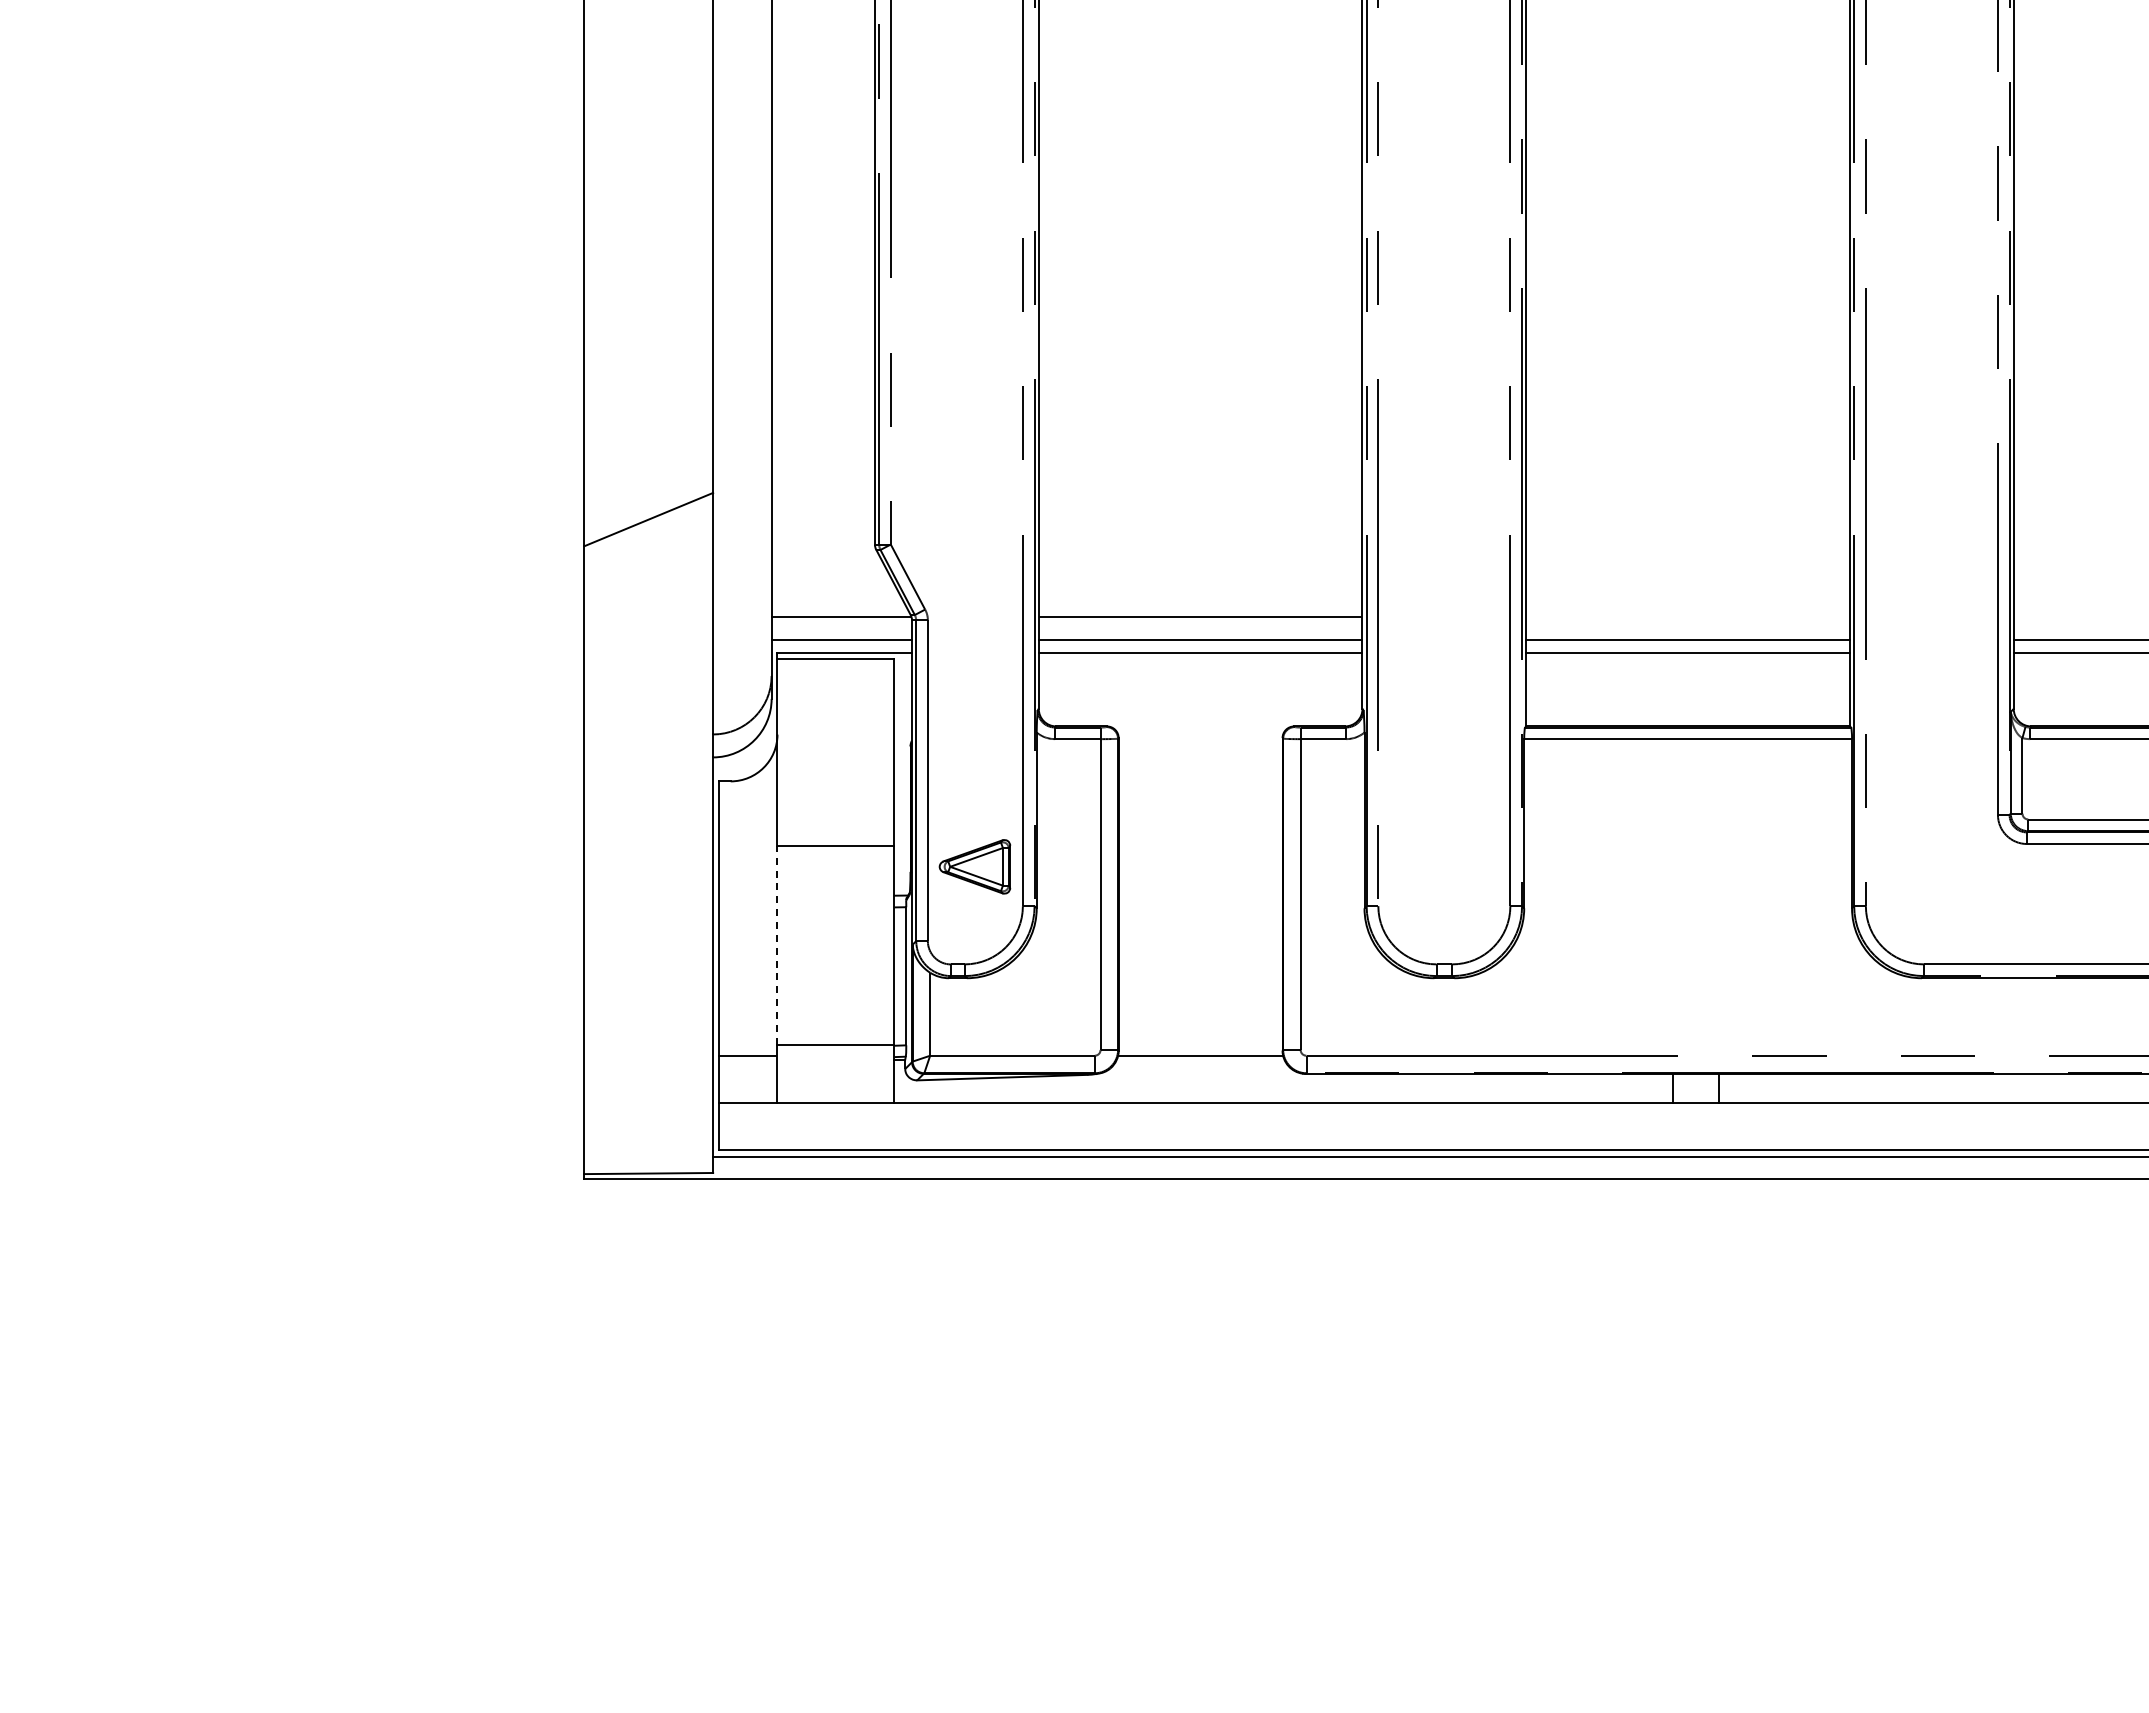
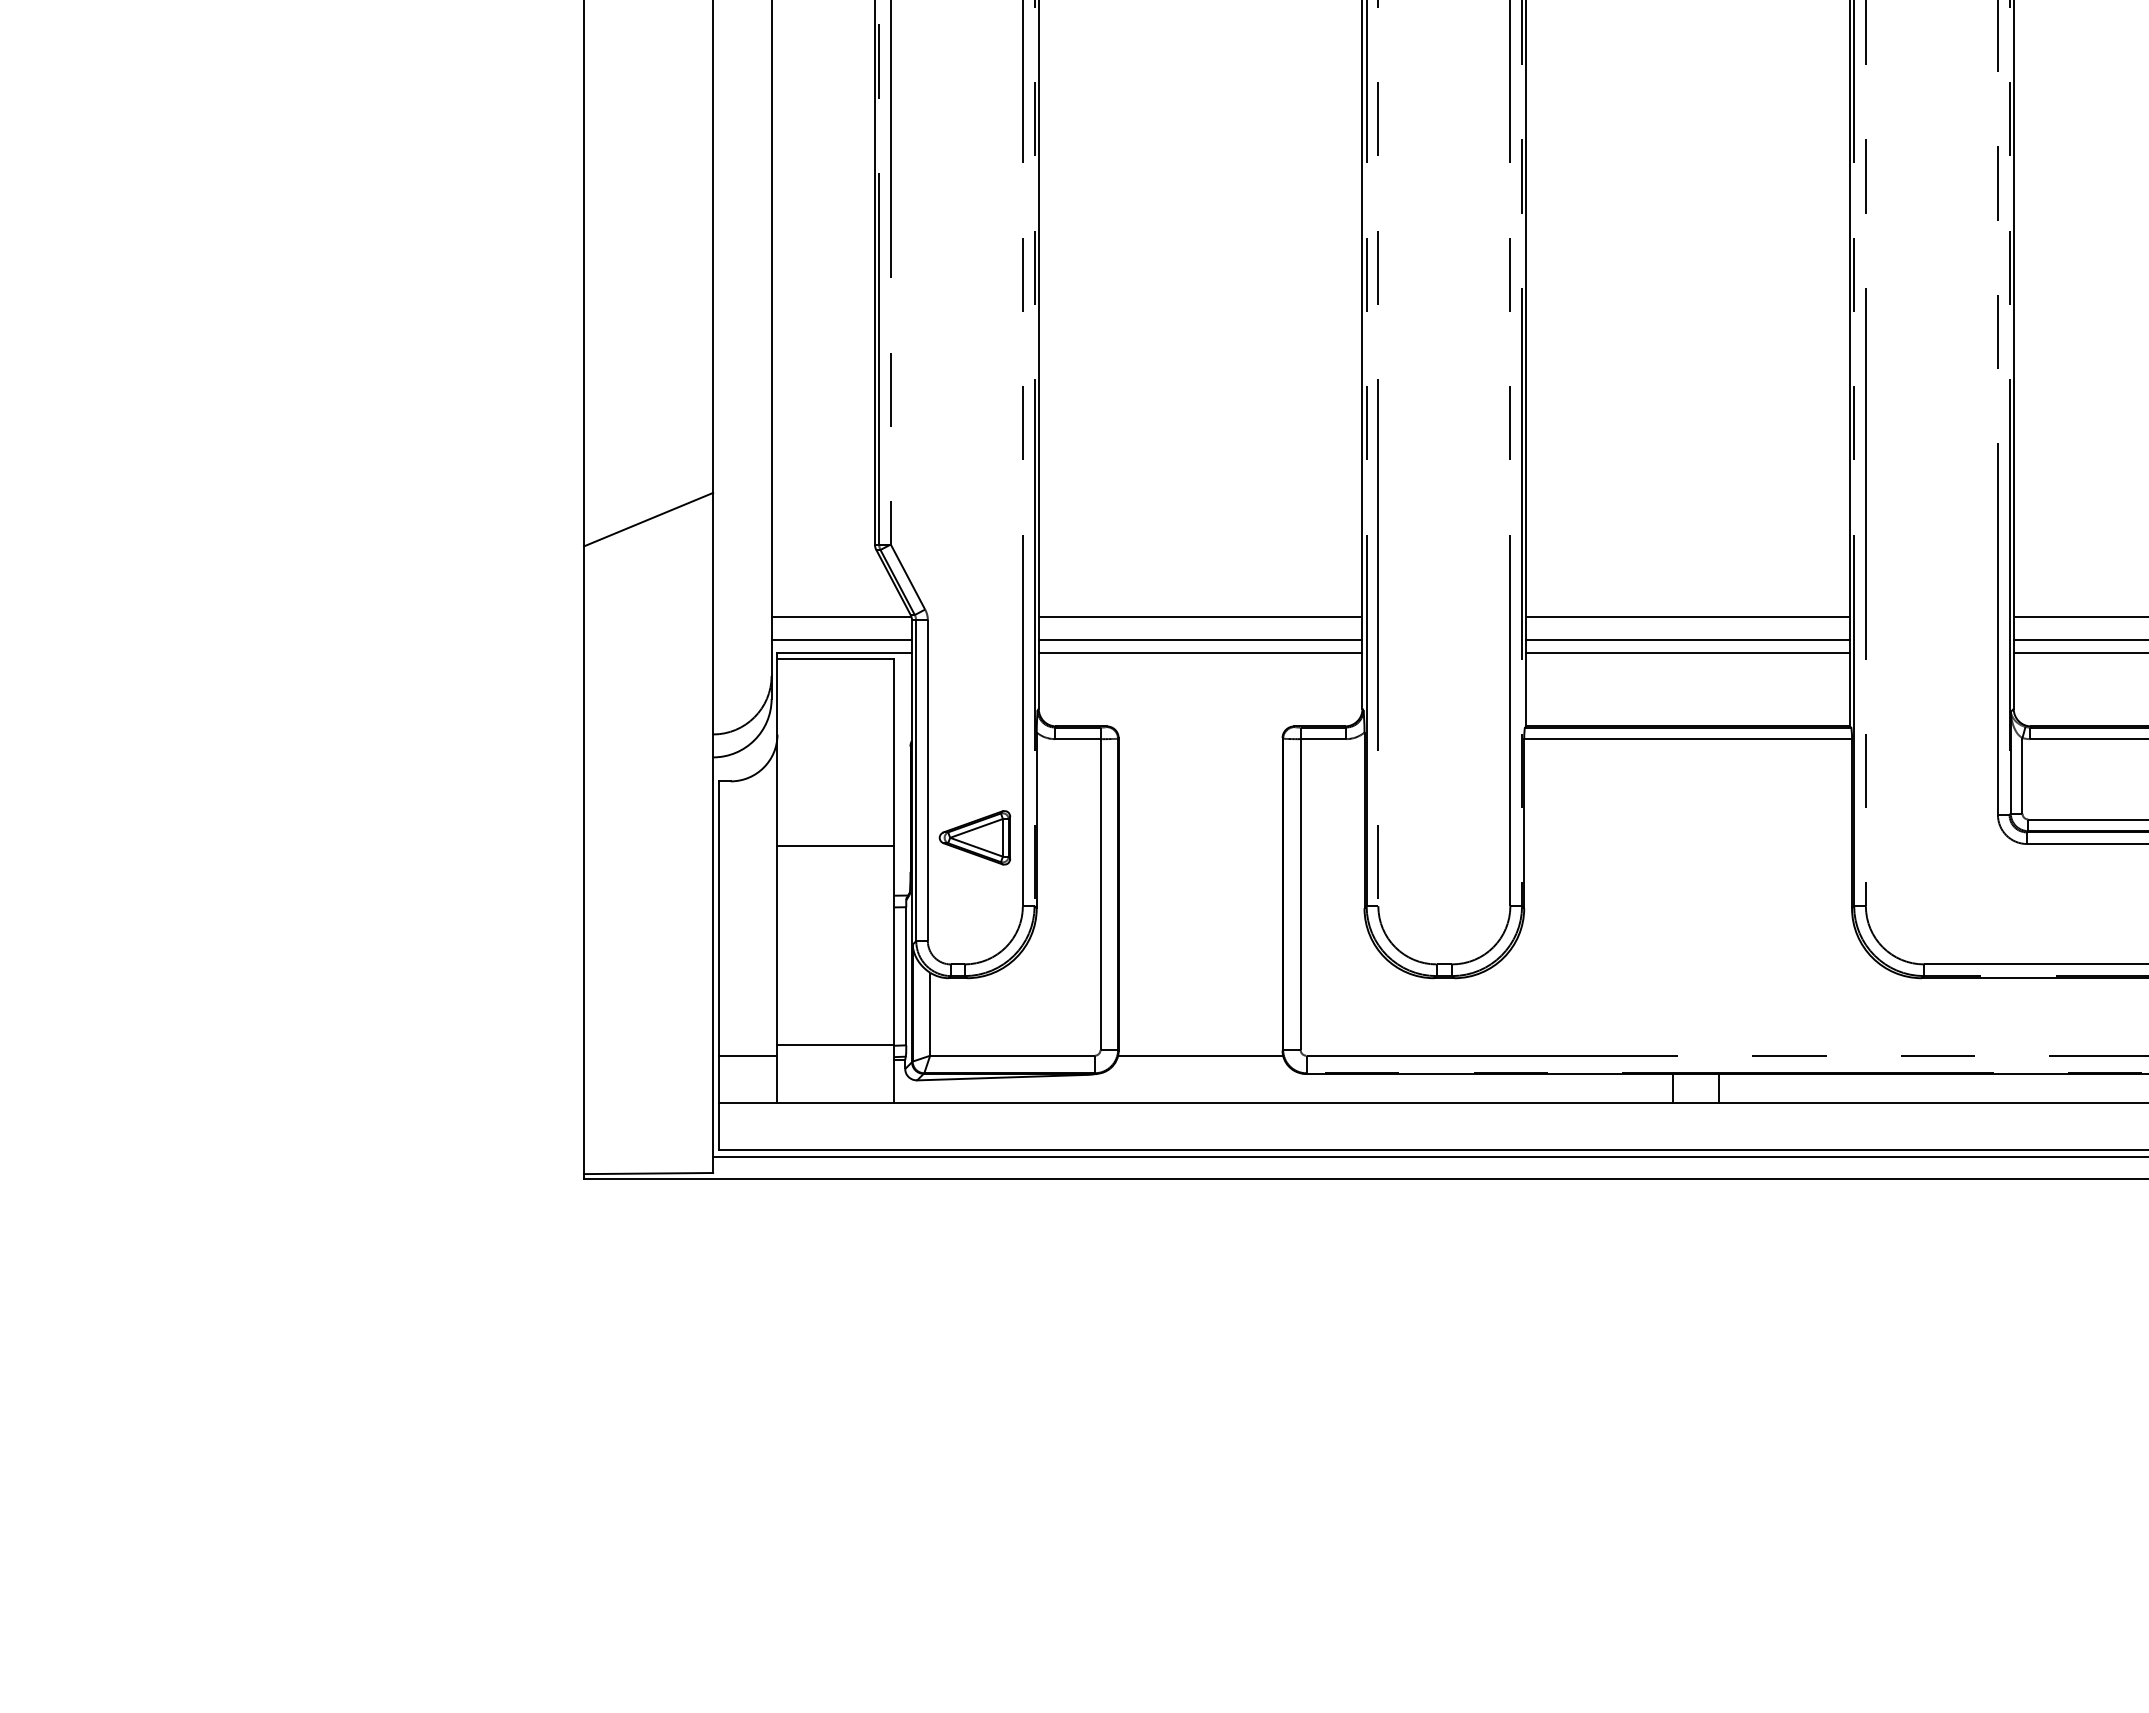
line at (1687, 617): none -> present
line at (2079, 617): none -> present
part at (974, 866) position: (974, 866) -> (974, 837)
line at (777, 944): dashed -> solid
